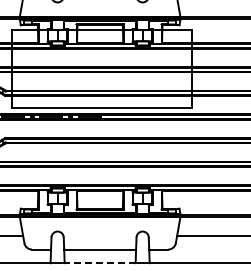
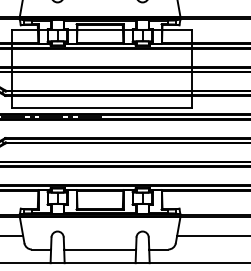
line at (99, 263): dashed -> solid
